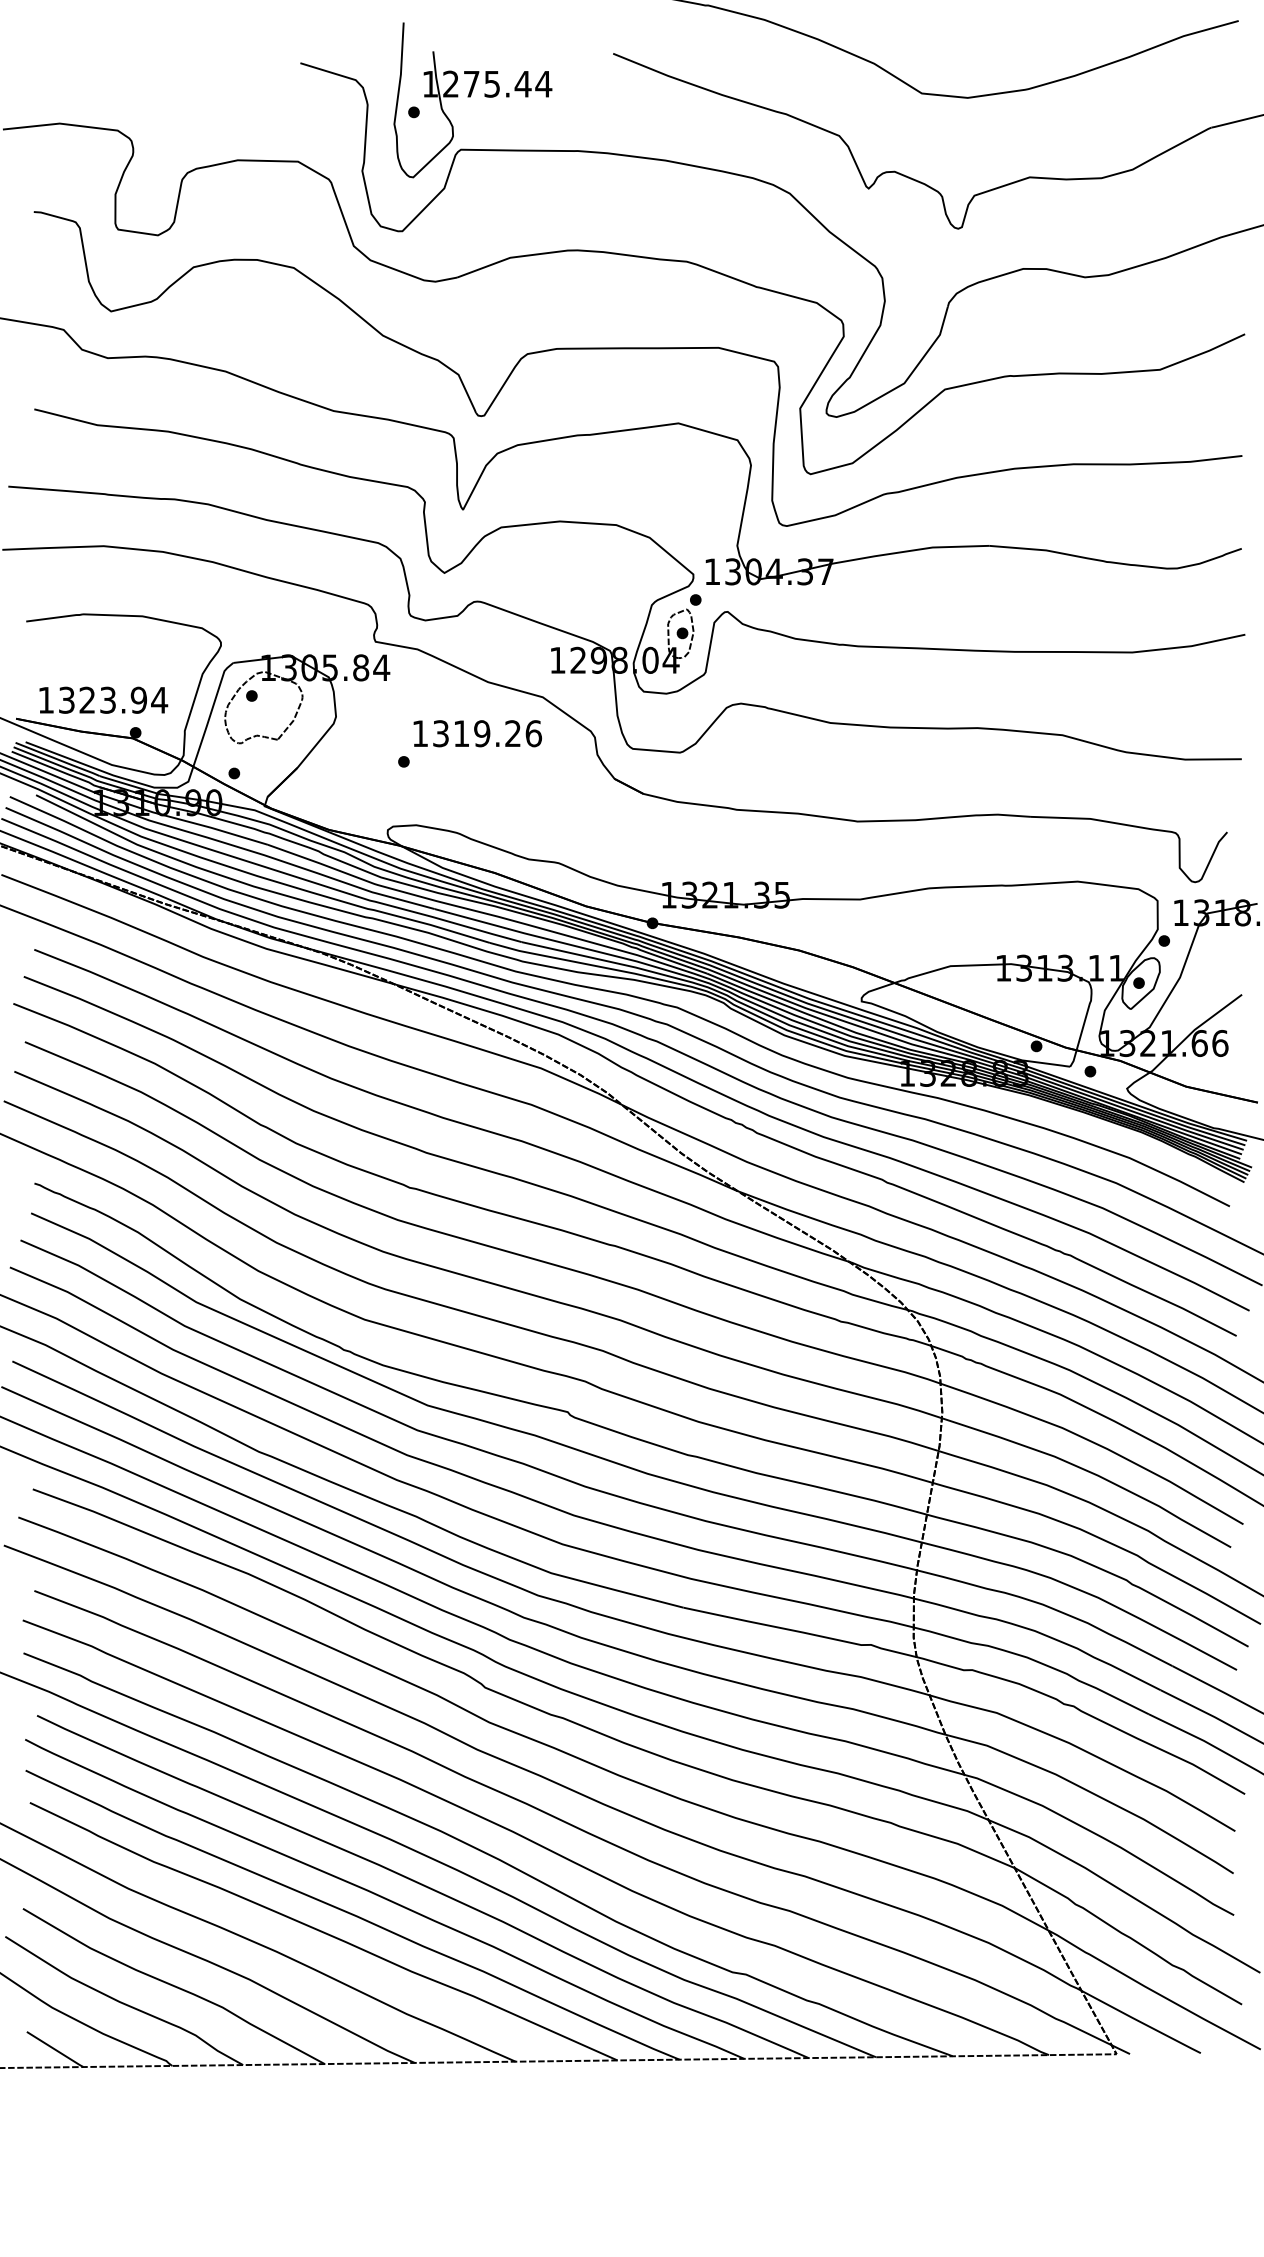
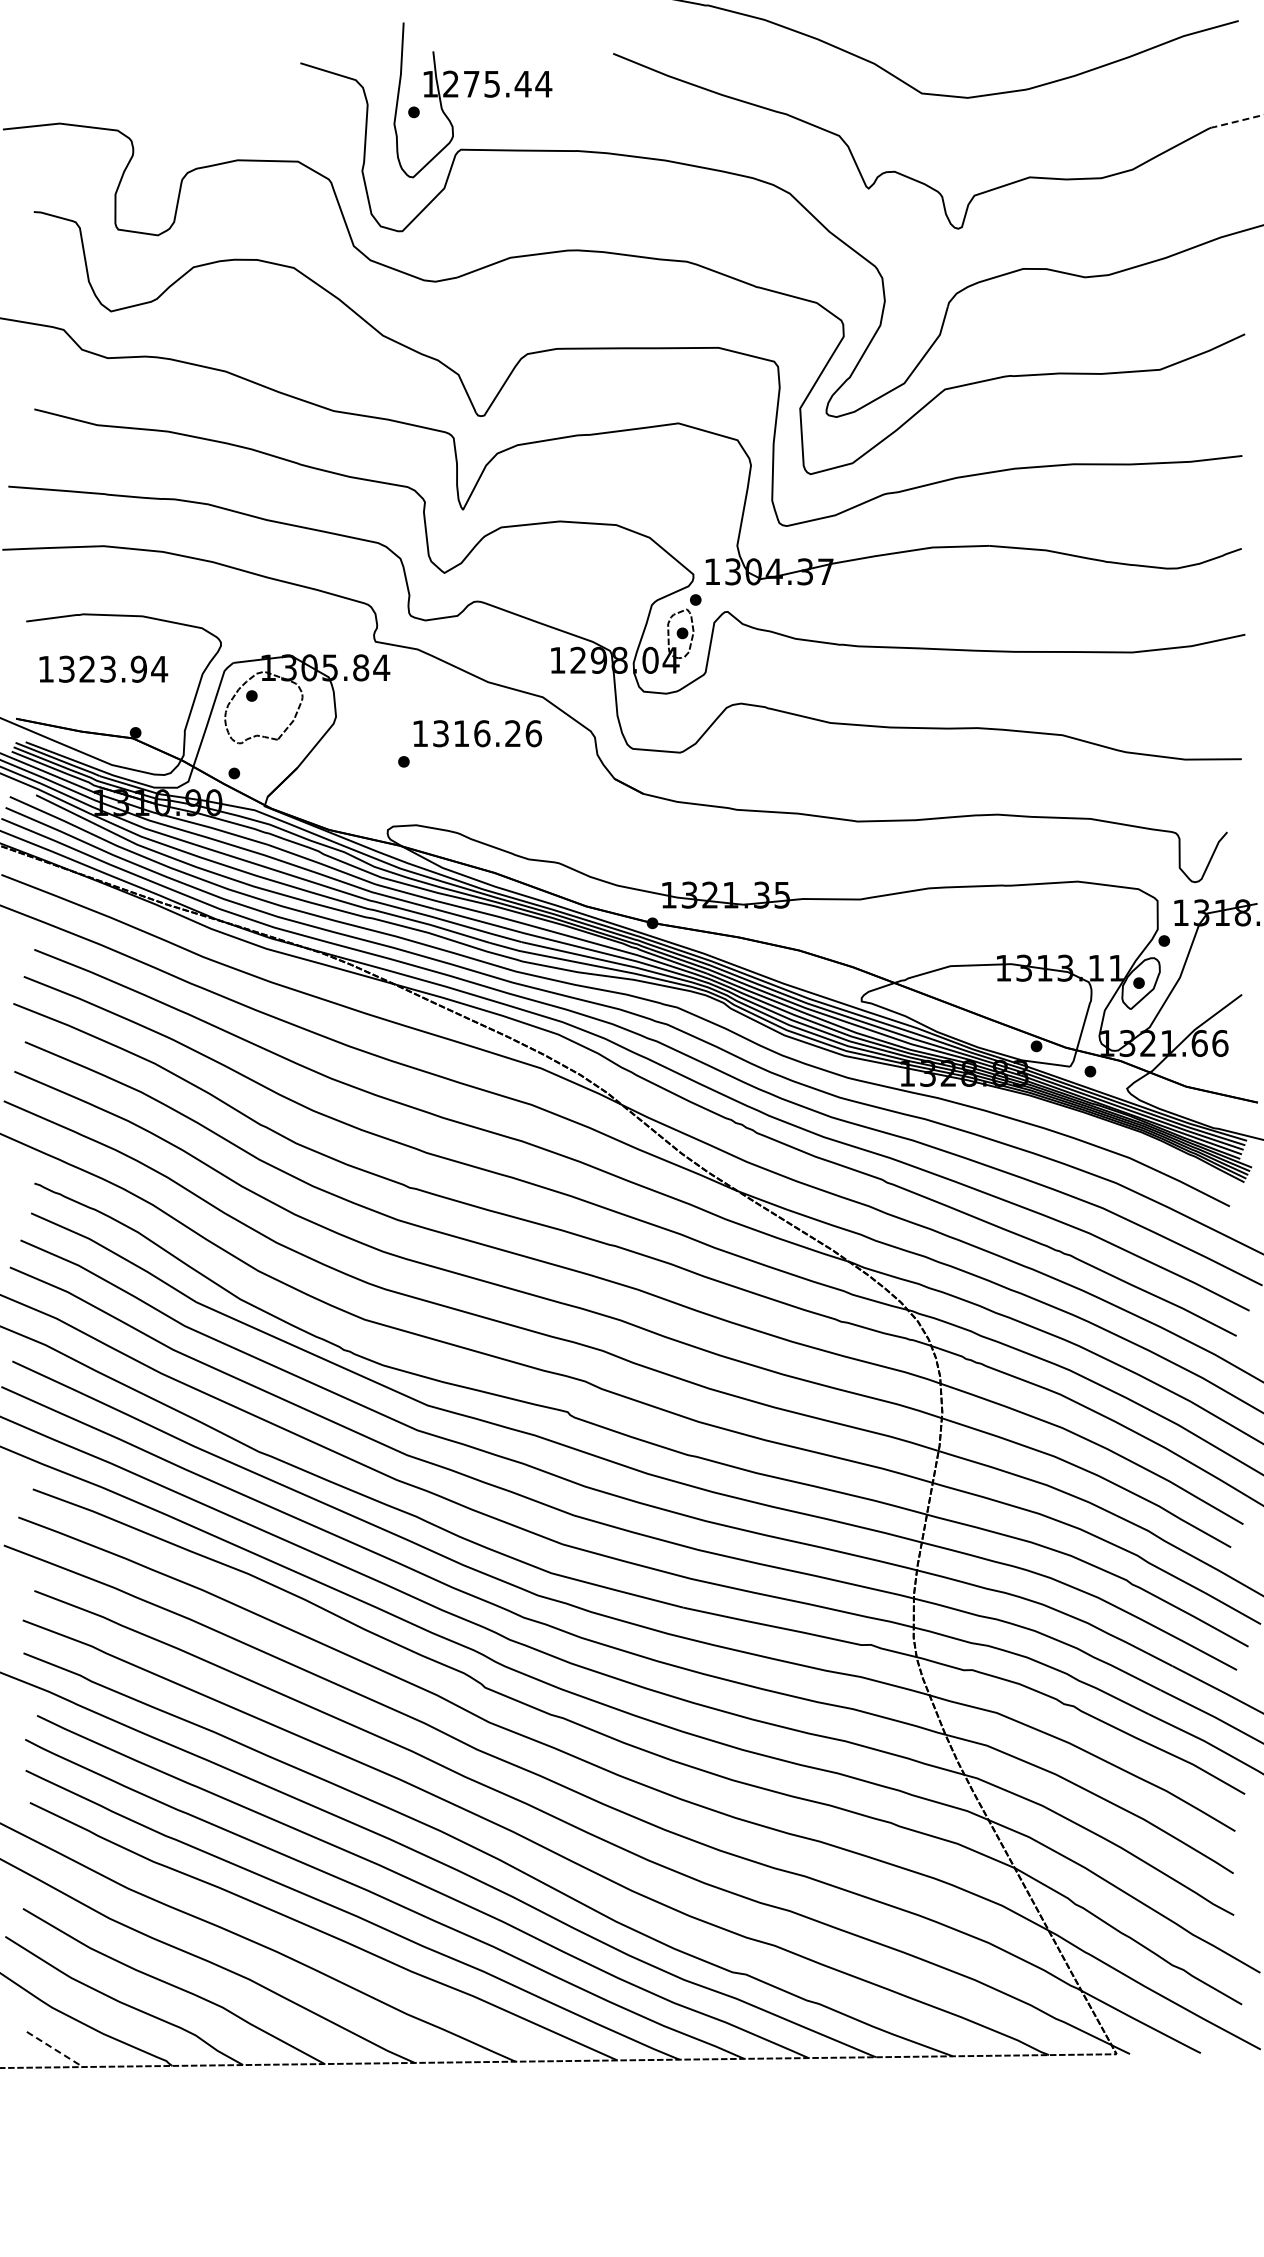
line at (1236, 121): solid -> dashed
text at (103, 699) position: (103, 699) -> (103, 668)
text at (482, 733): 1319.26 -> 1316.26
line at (56, 2050): solid -> dashed
